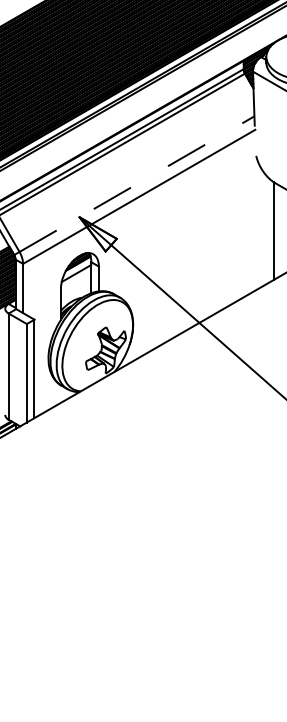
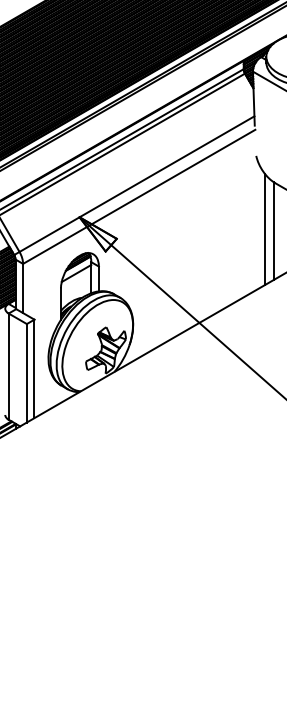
line at (137, 184): dashed -> solid
line at (264, 229): none -> present
